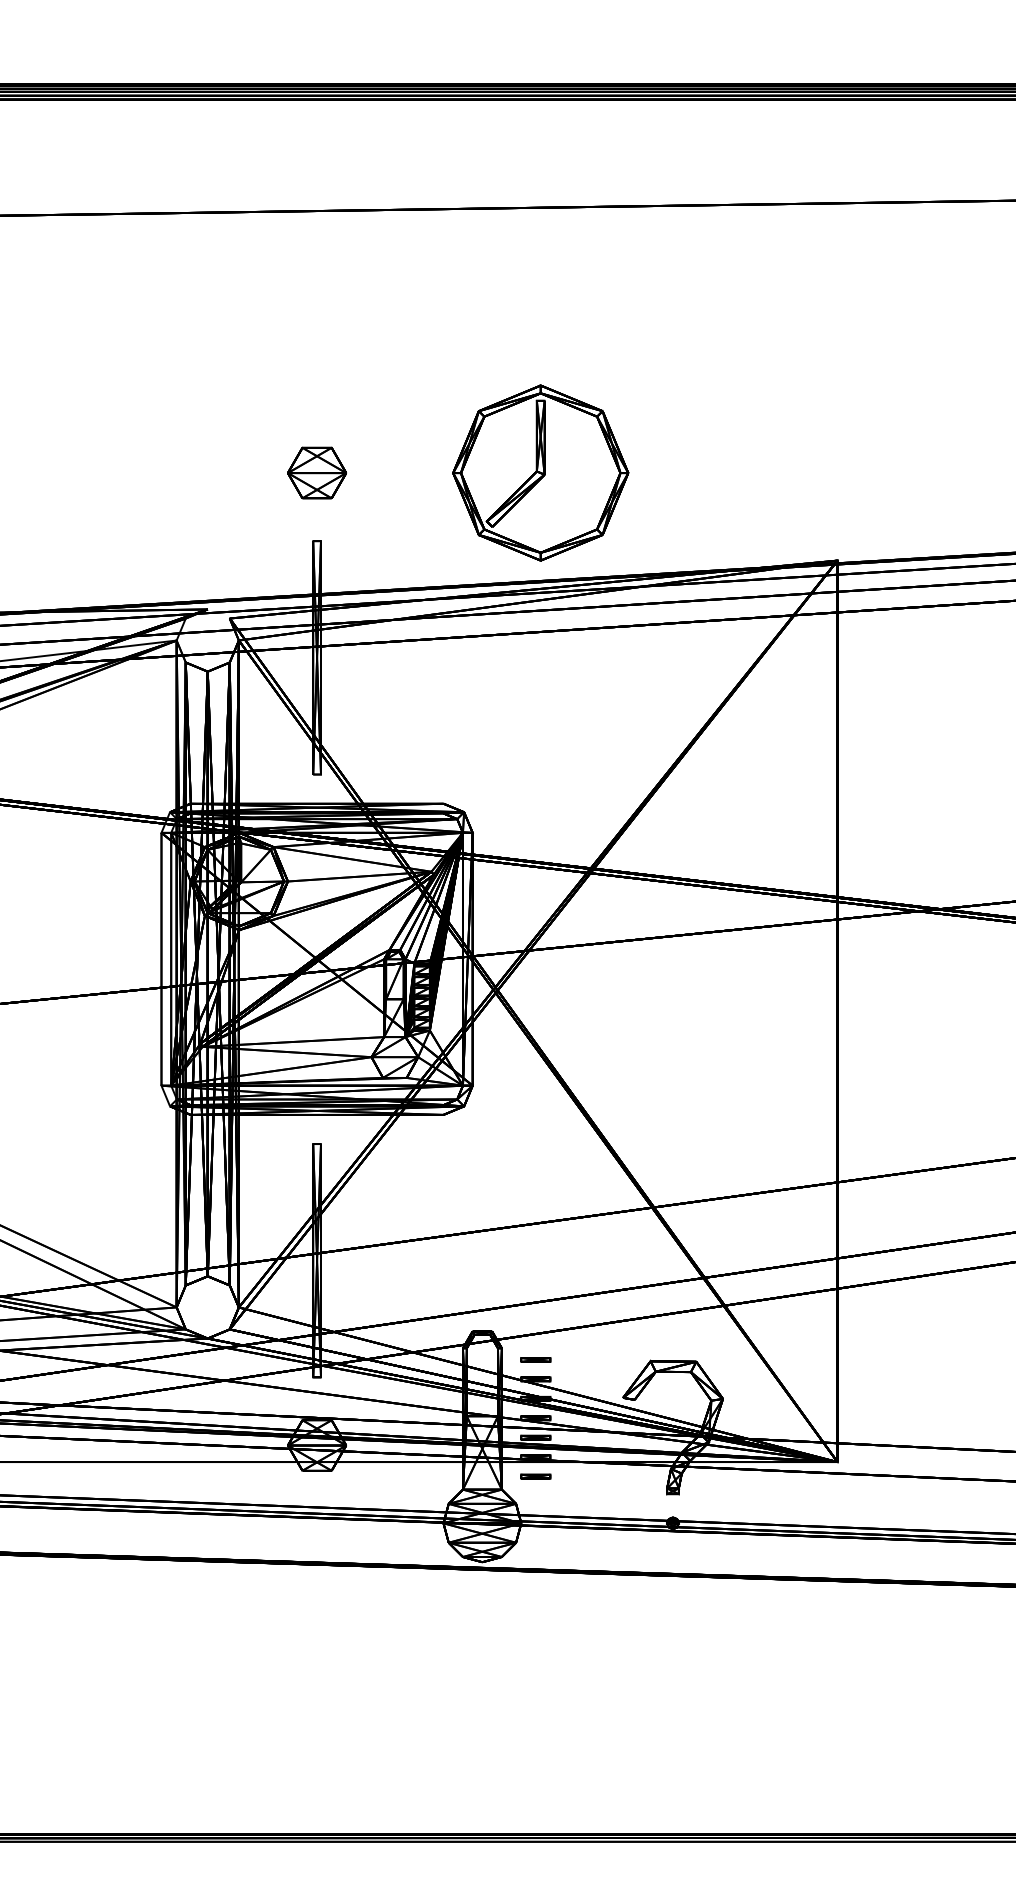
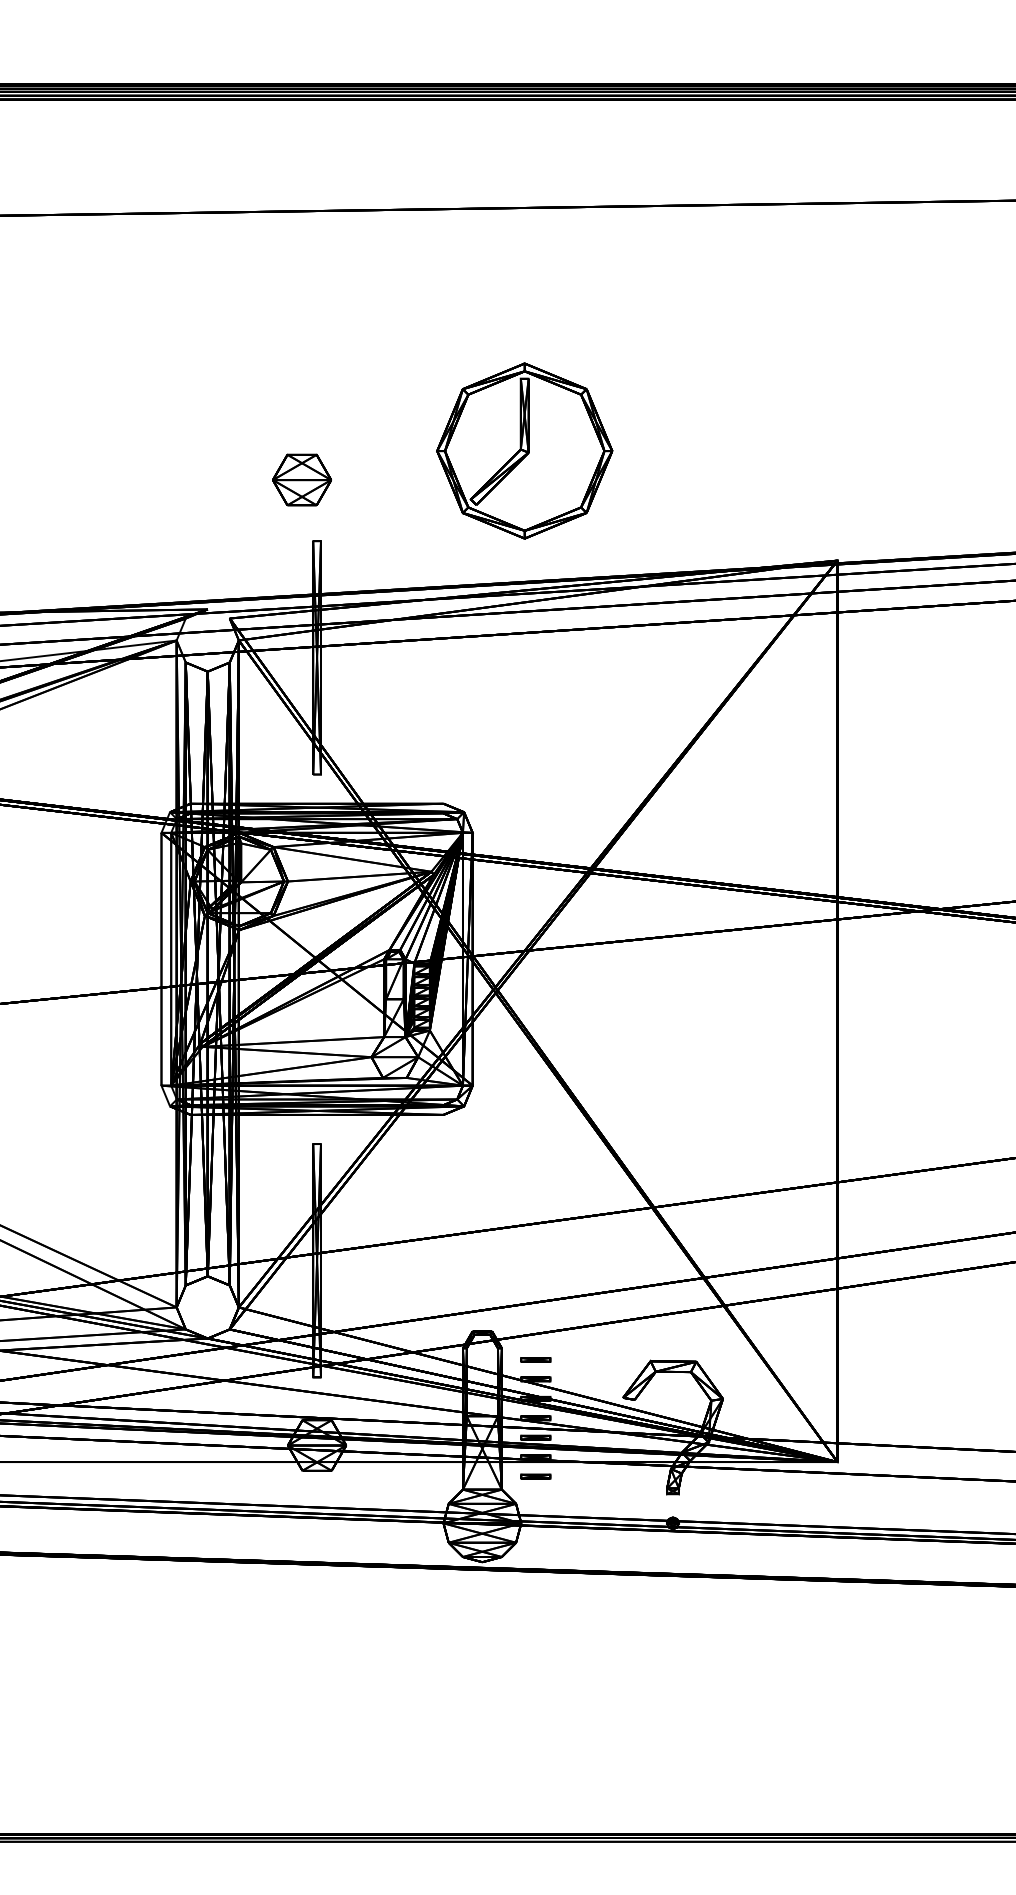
part at (316, 472) position: (316, 472) -> (301, 479)
part at (540, 472) position: (540, 472) -> (524, 450)
